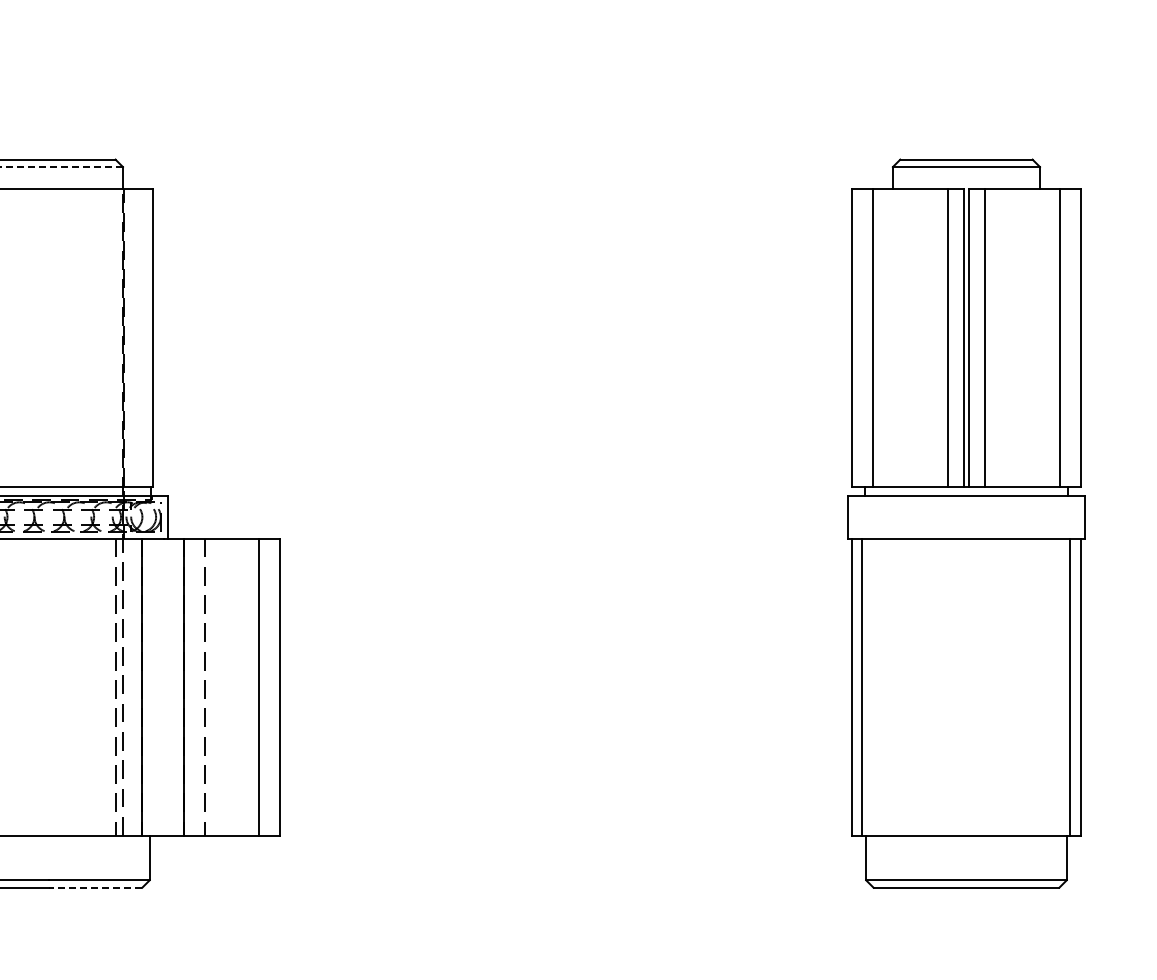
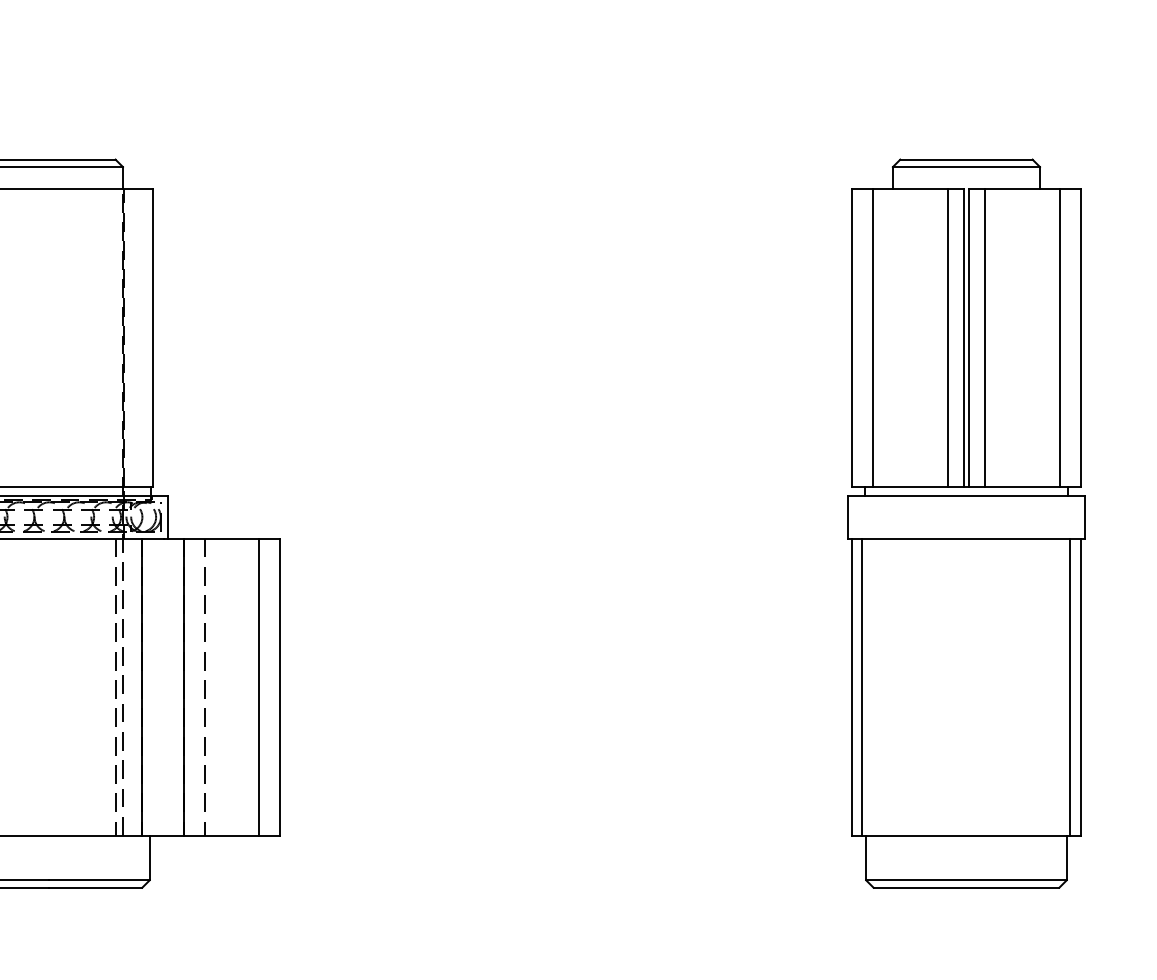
line at (61, 167): dashed -> solid
line at (95, 887): dashed -> solid
